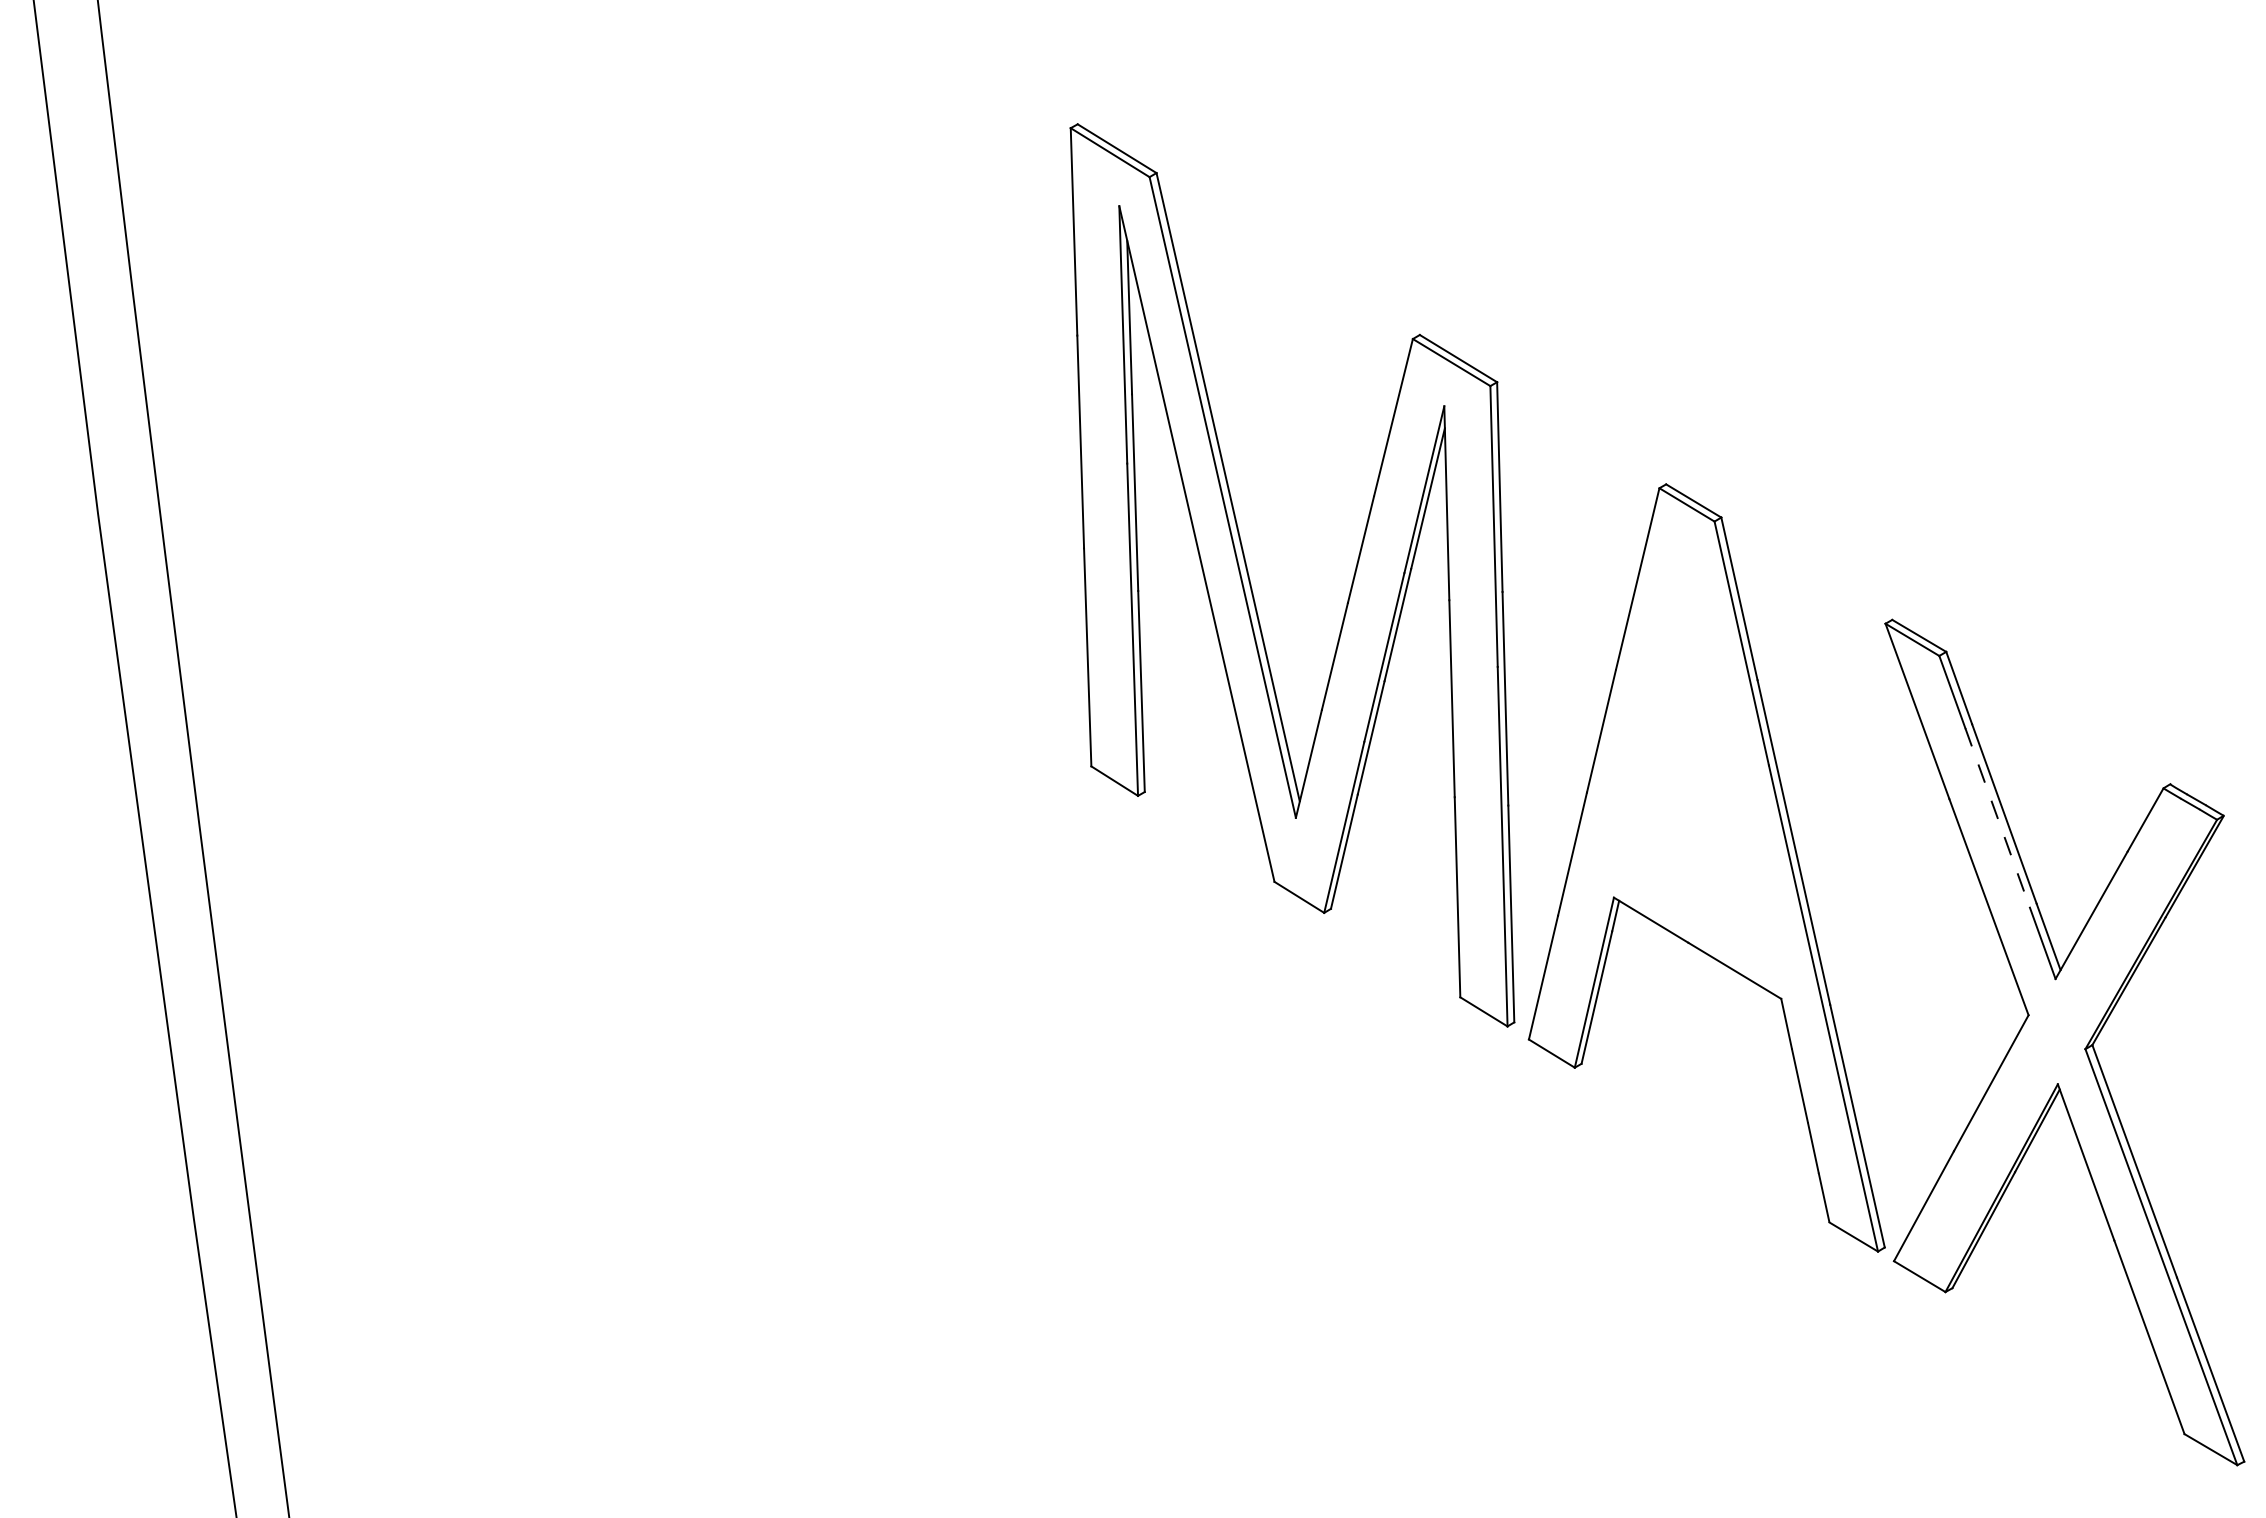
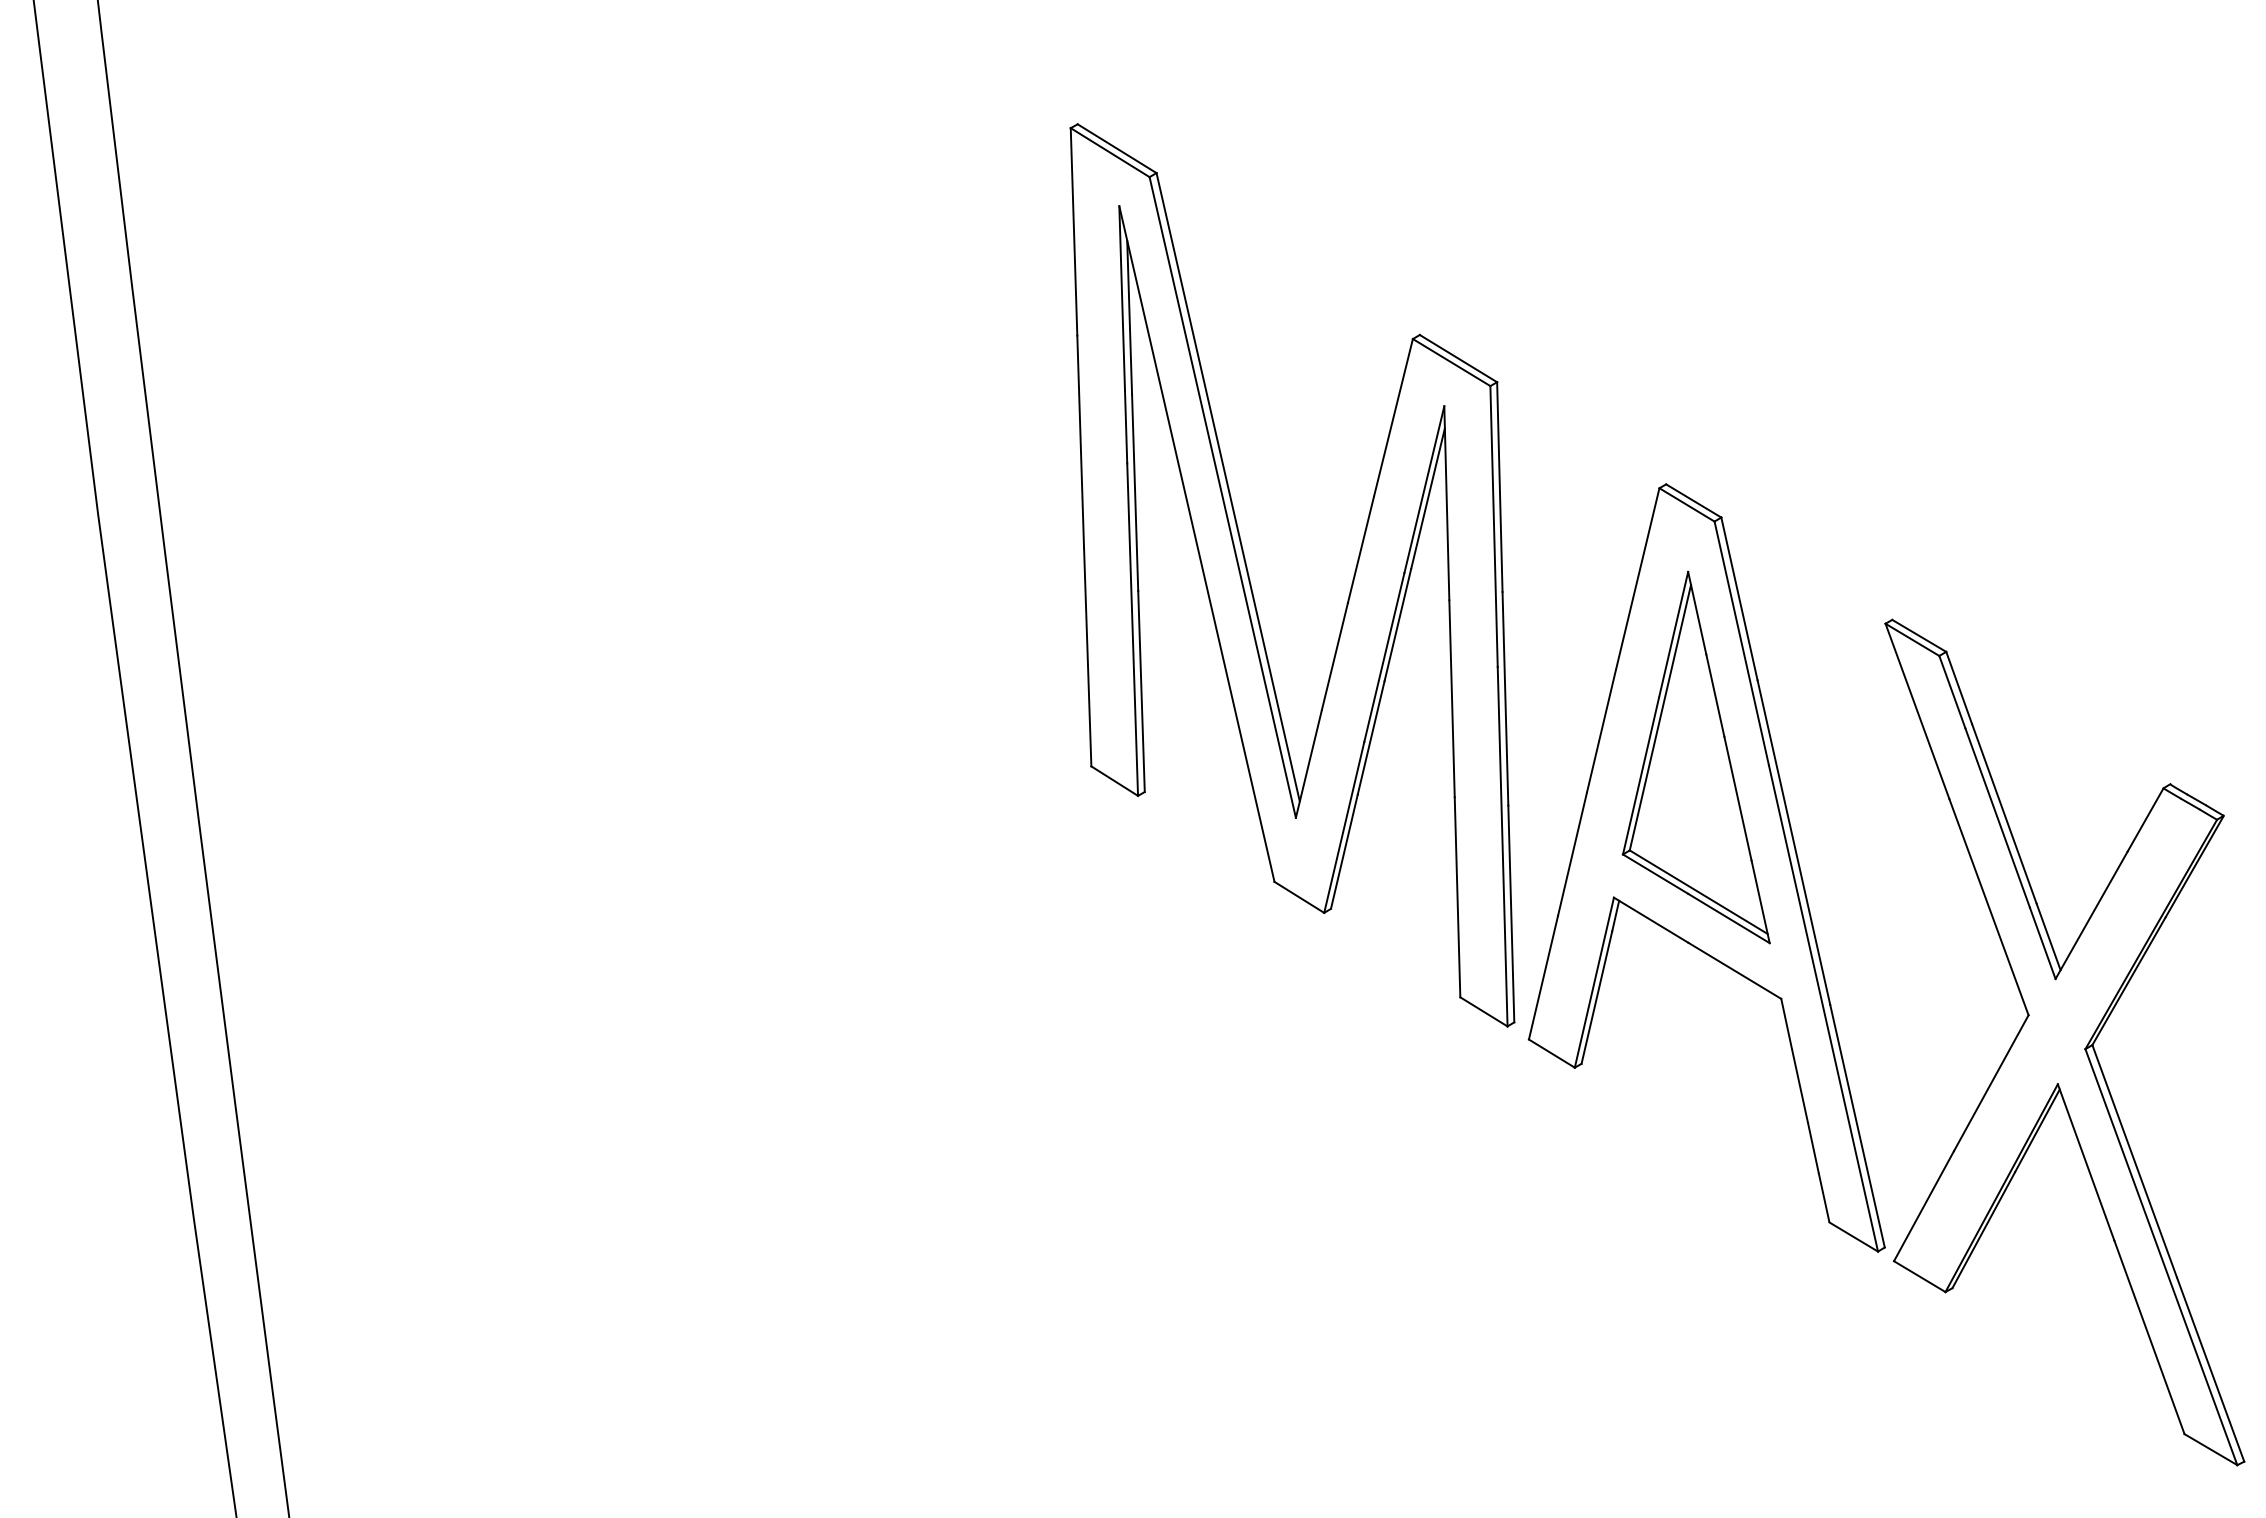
part at (1695, 757): none -> present
line at (1997, 818): dashed -> solid
